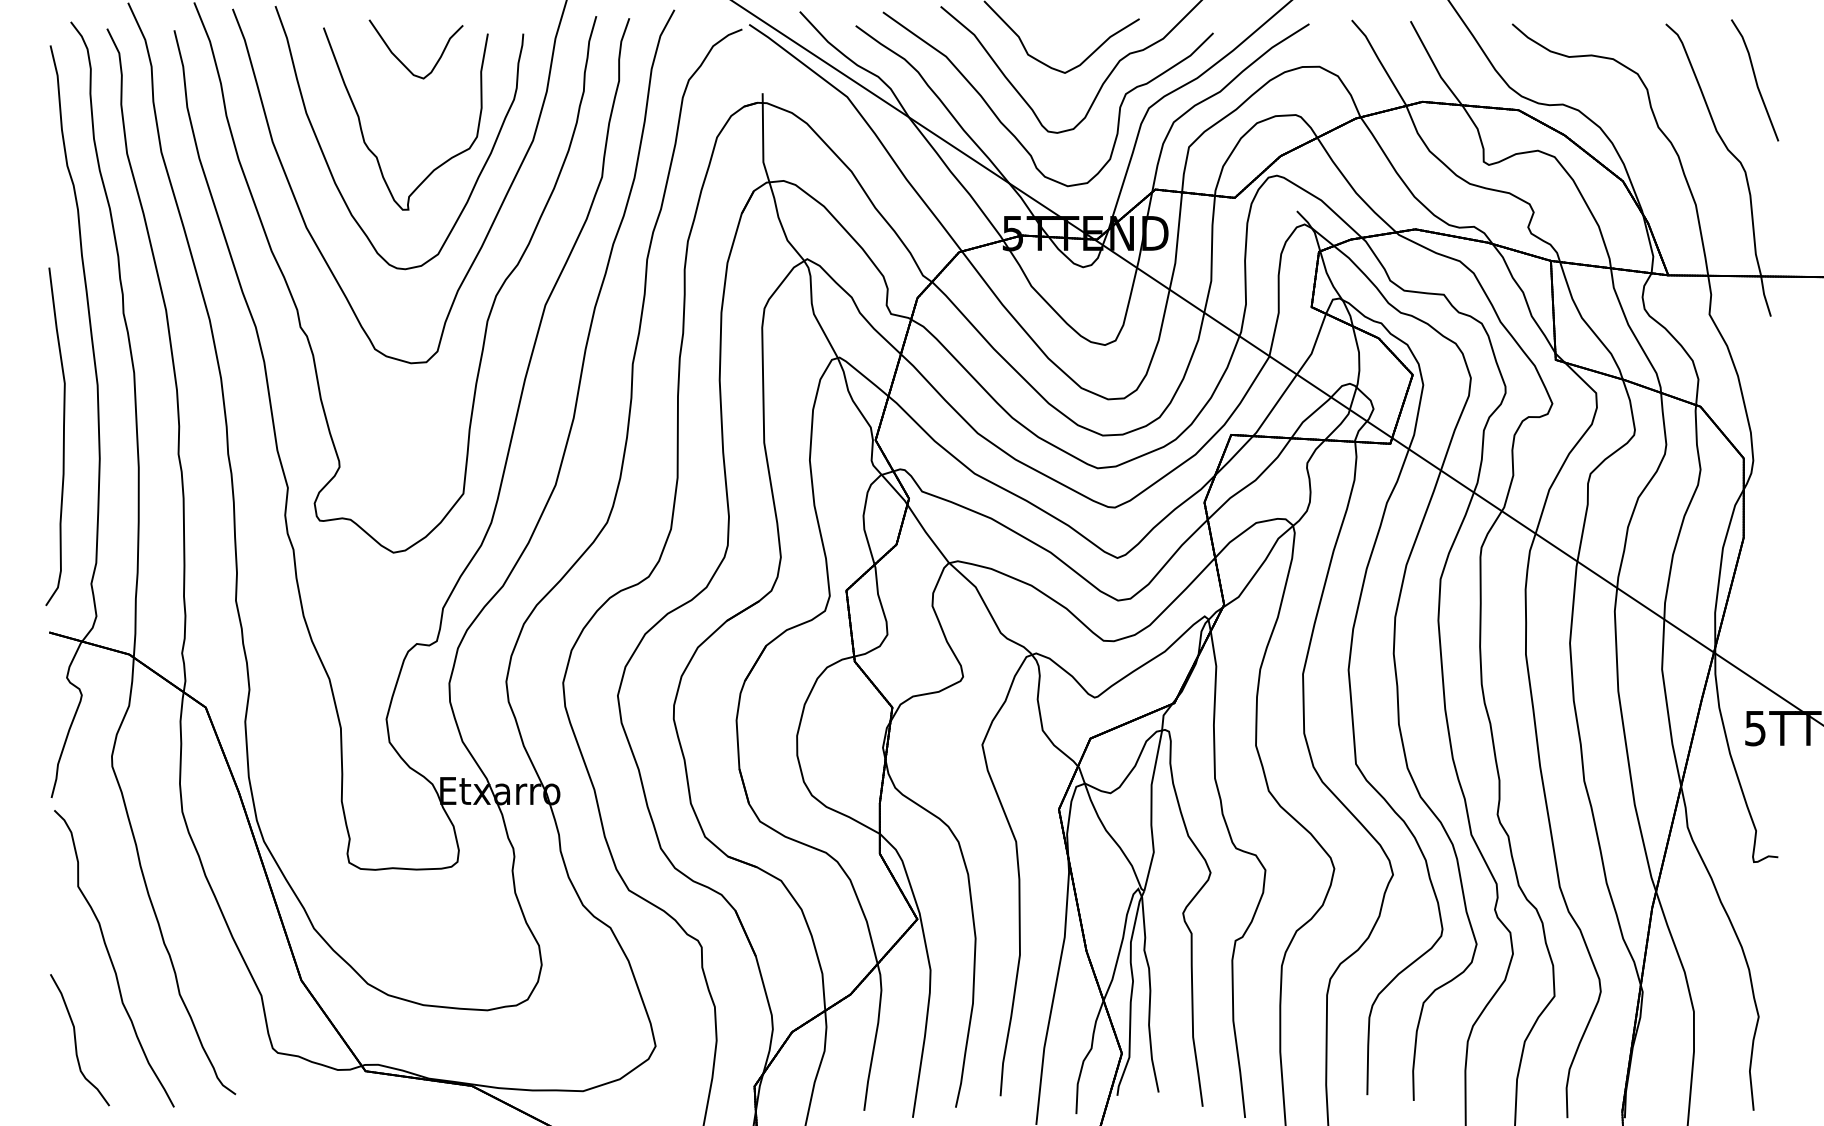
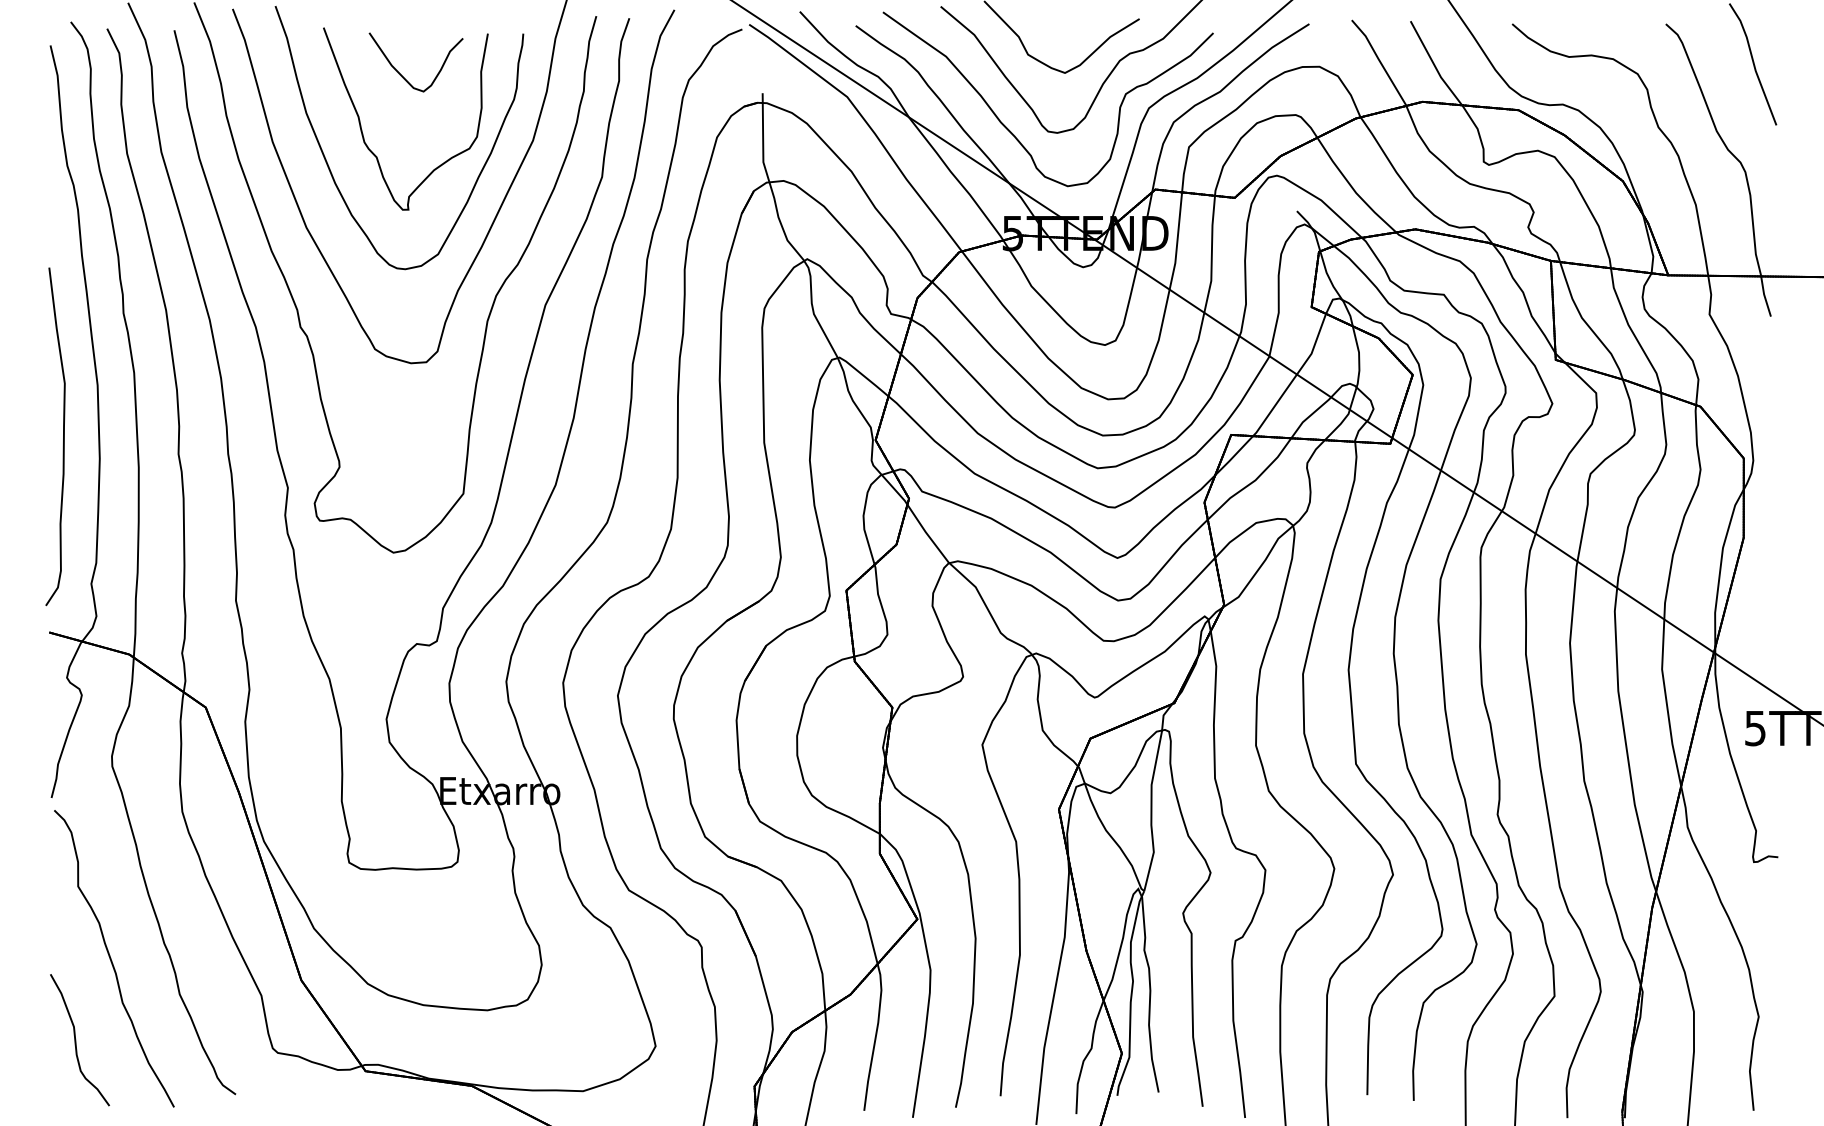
part at (402, 62) position: (402, 62) -> (402, 75)
line at (1755, 80) position: (1755, 80) -> (1753, 64)
